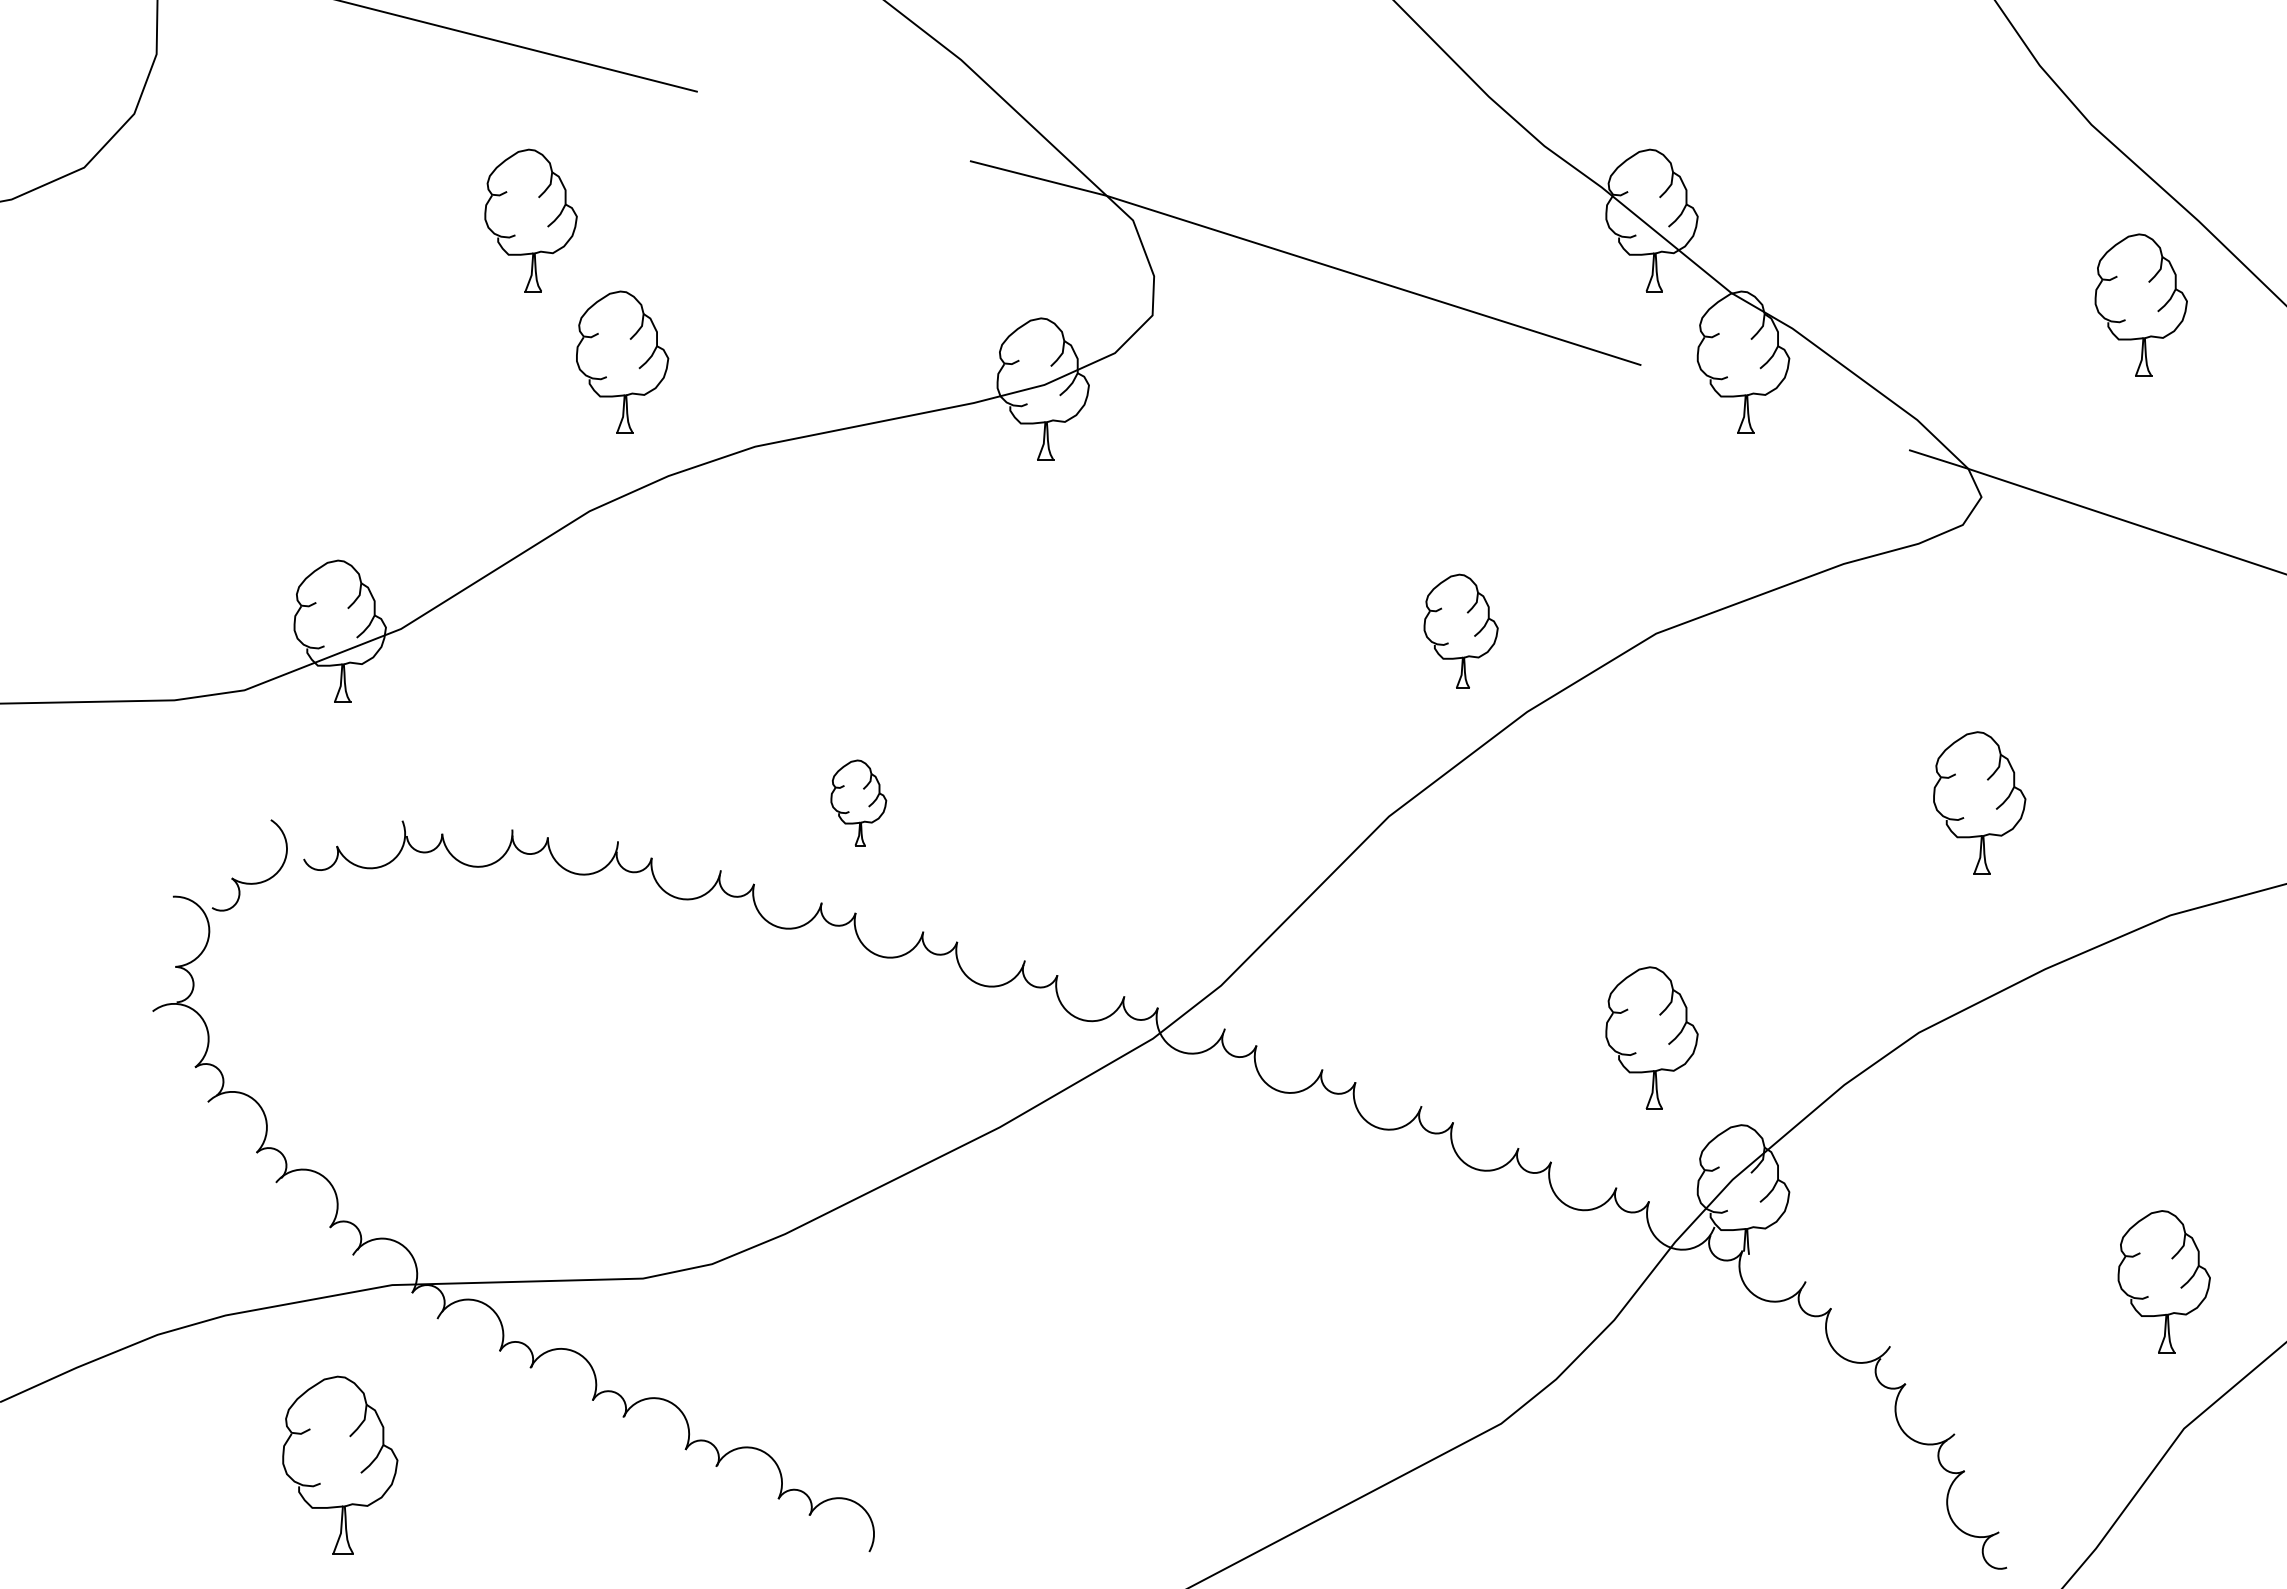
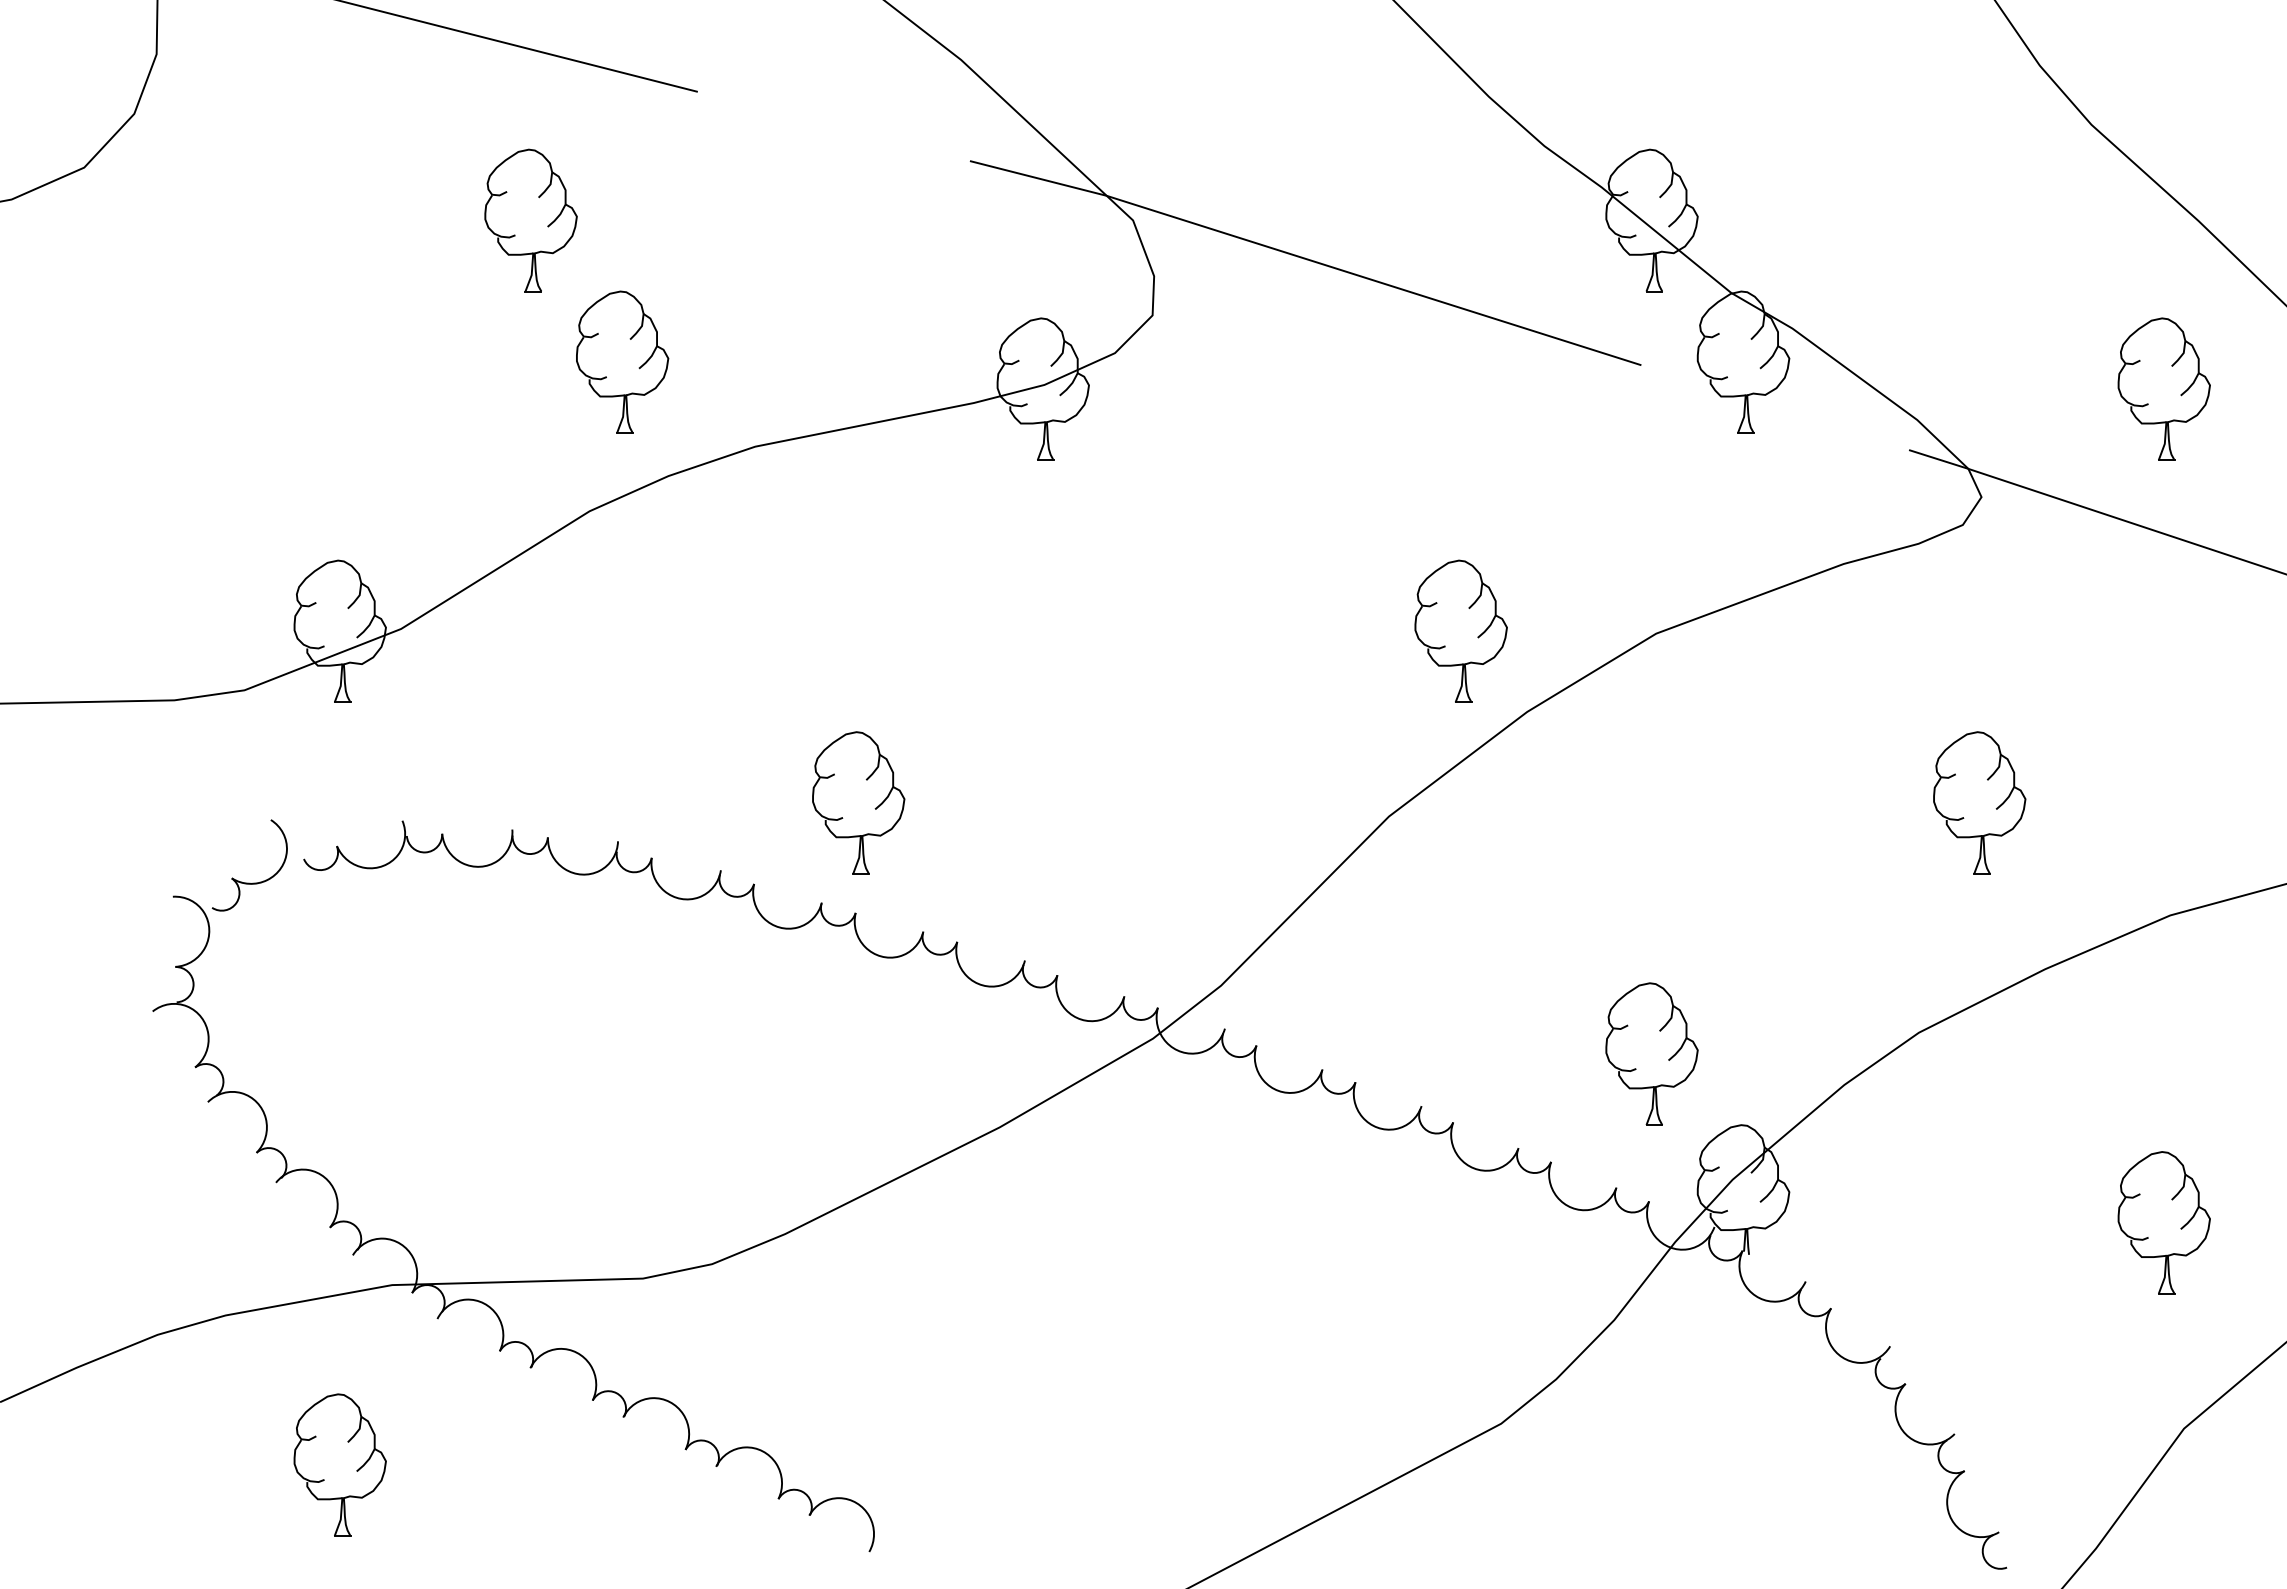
part at (2140, 304) position: (2140, 304) -> (2163, 388)
part at (1460, 630) size: 76x116 px -> 94x144 px
part at (858, 802) size: 58x88 px -> 94x144 px
part at (1651, 1037) position: (1651, 1037) -> (1651, 1053)
part at (2163, 1281) position: (2163, 1281) -> (2163, 1222)
part at (340, 1464) size: 117x180 px -> 94x144 px
